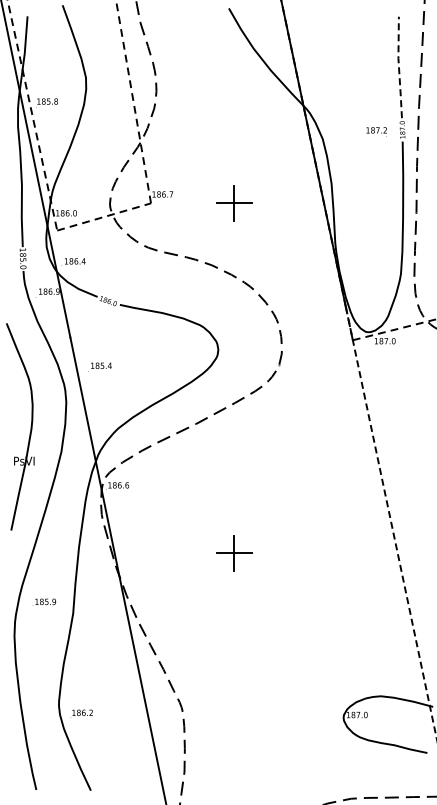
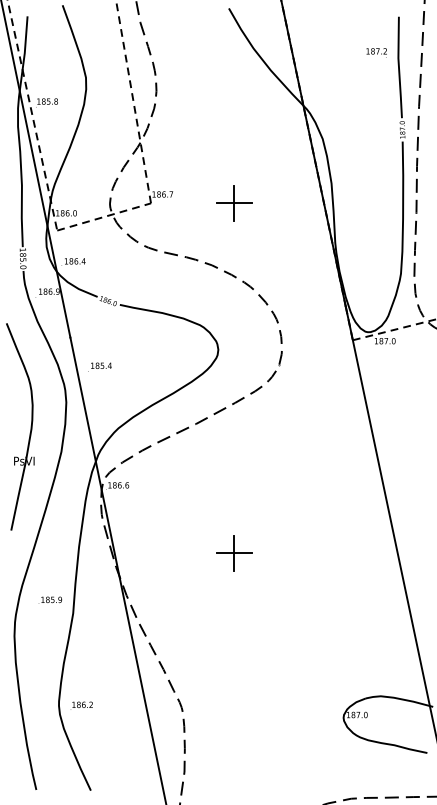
line at (398, 67): dashed -> solid
text at (376, 131) position: (376, 131) -> (376, 52)
line at (391, 522): dashed -> solid
text at (44, 601) position: (44, 601) -> (50, 599)
text at (81, 713) position: (81, 713) -> (81, 705)
